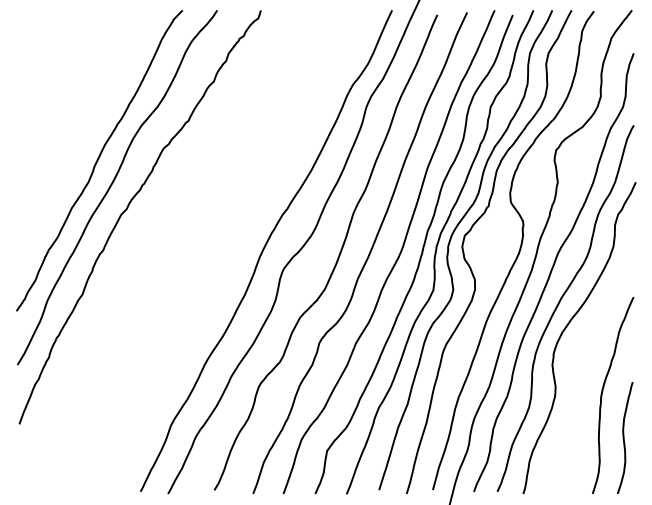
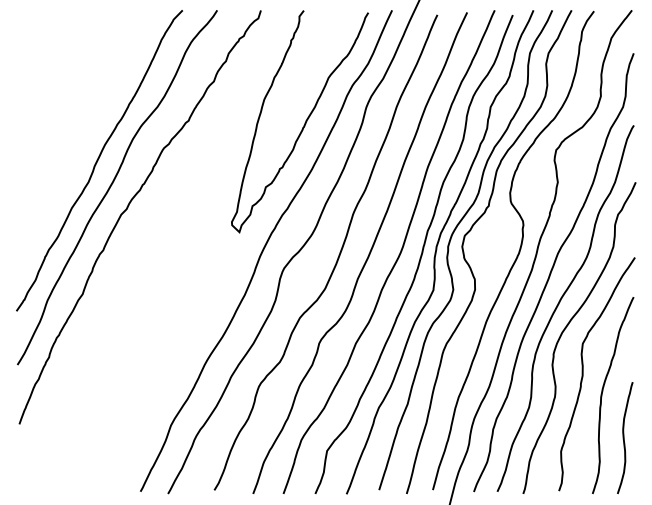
curve at (304, 122): none -> present
curve at (583, 374): none -> present
